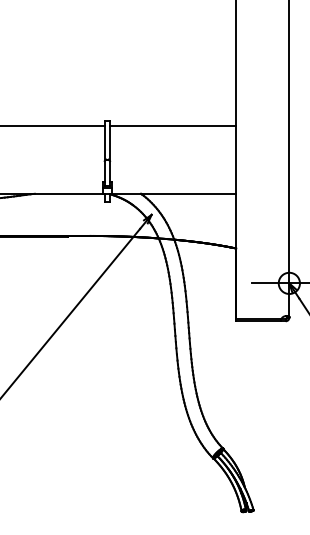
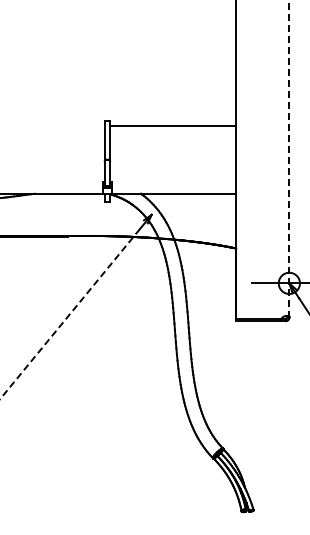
line at (53, 125): present -> none
line at (289, 158): solid -> dashed
line at (70, 313): solid -> dashed
